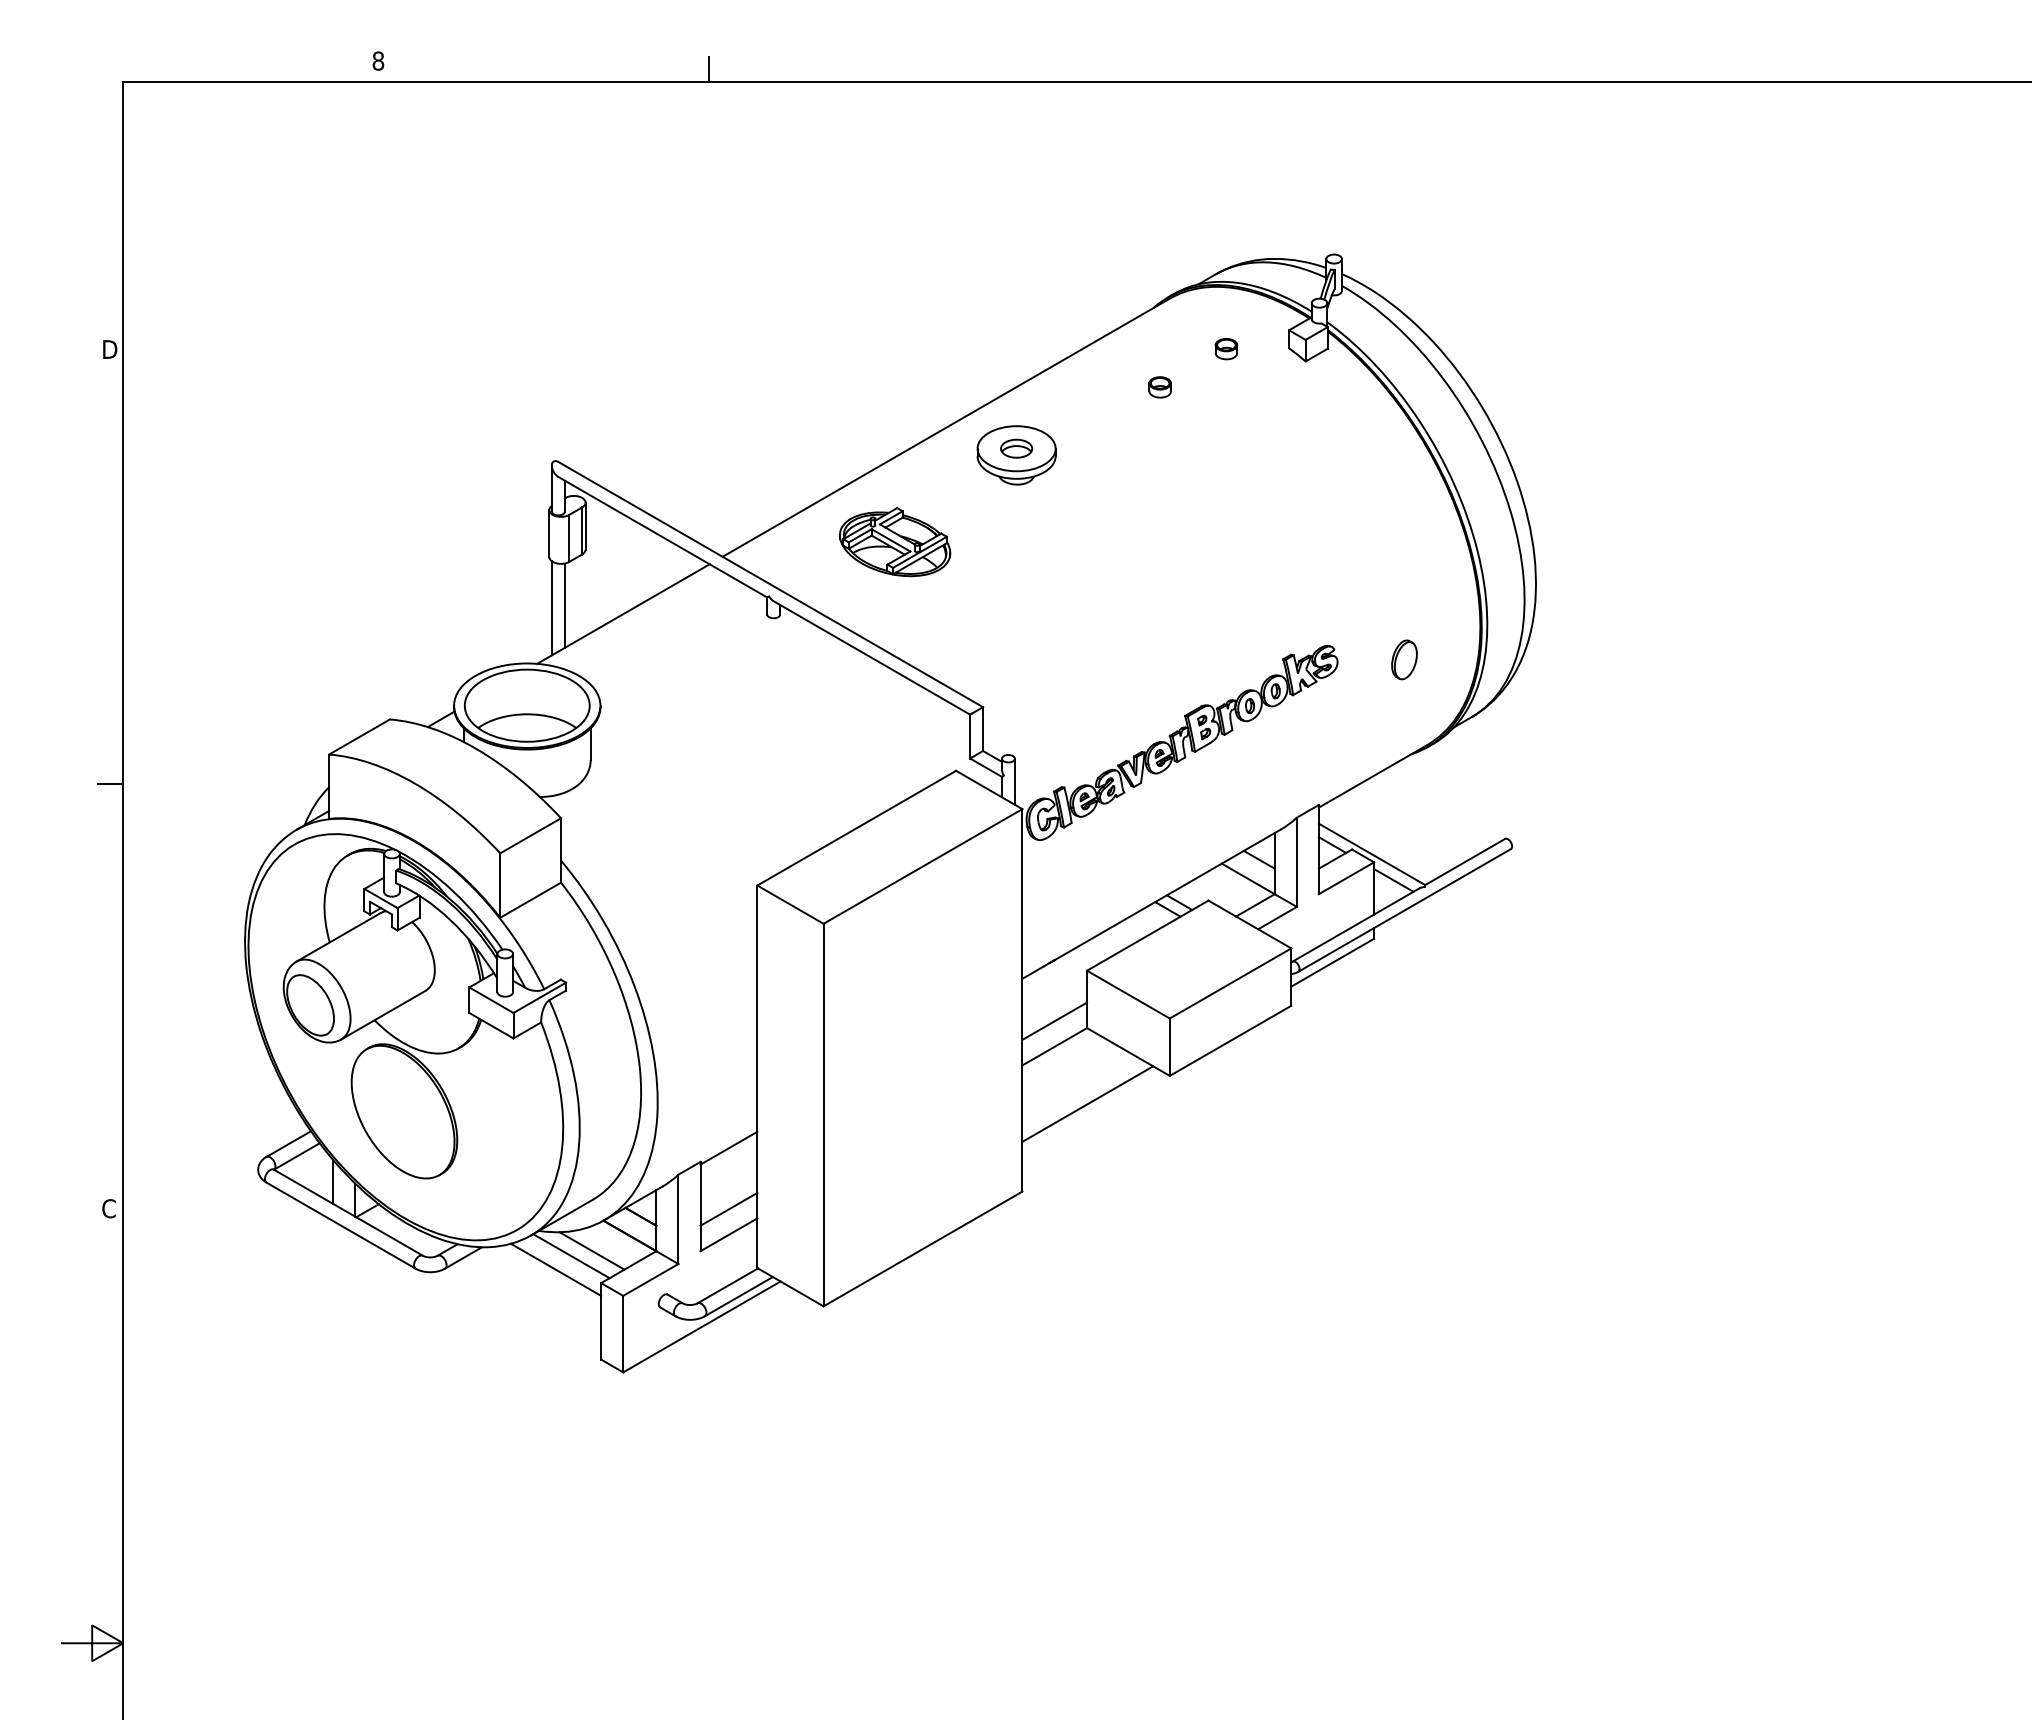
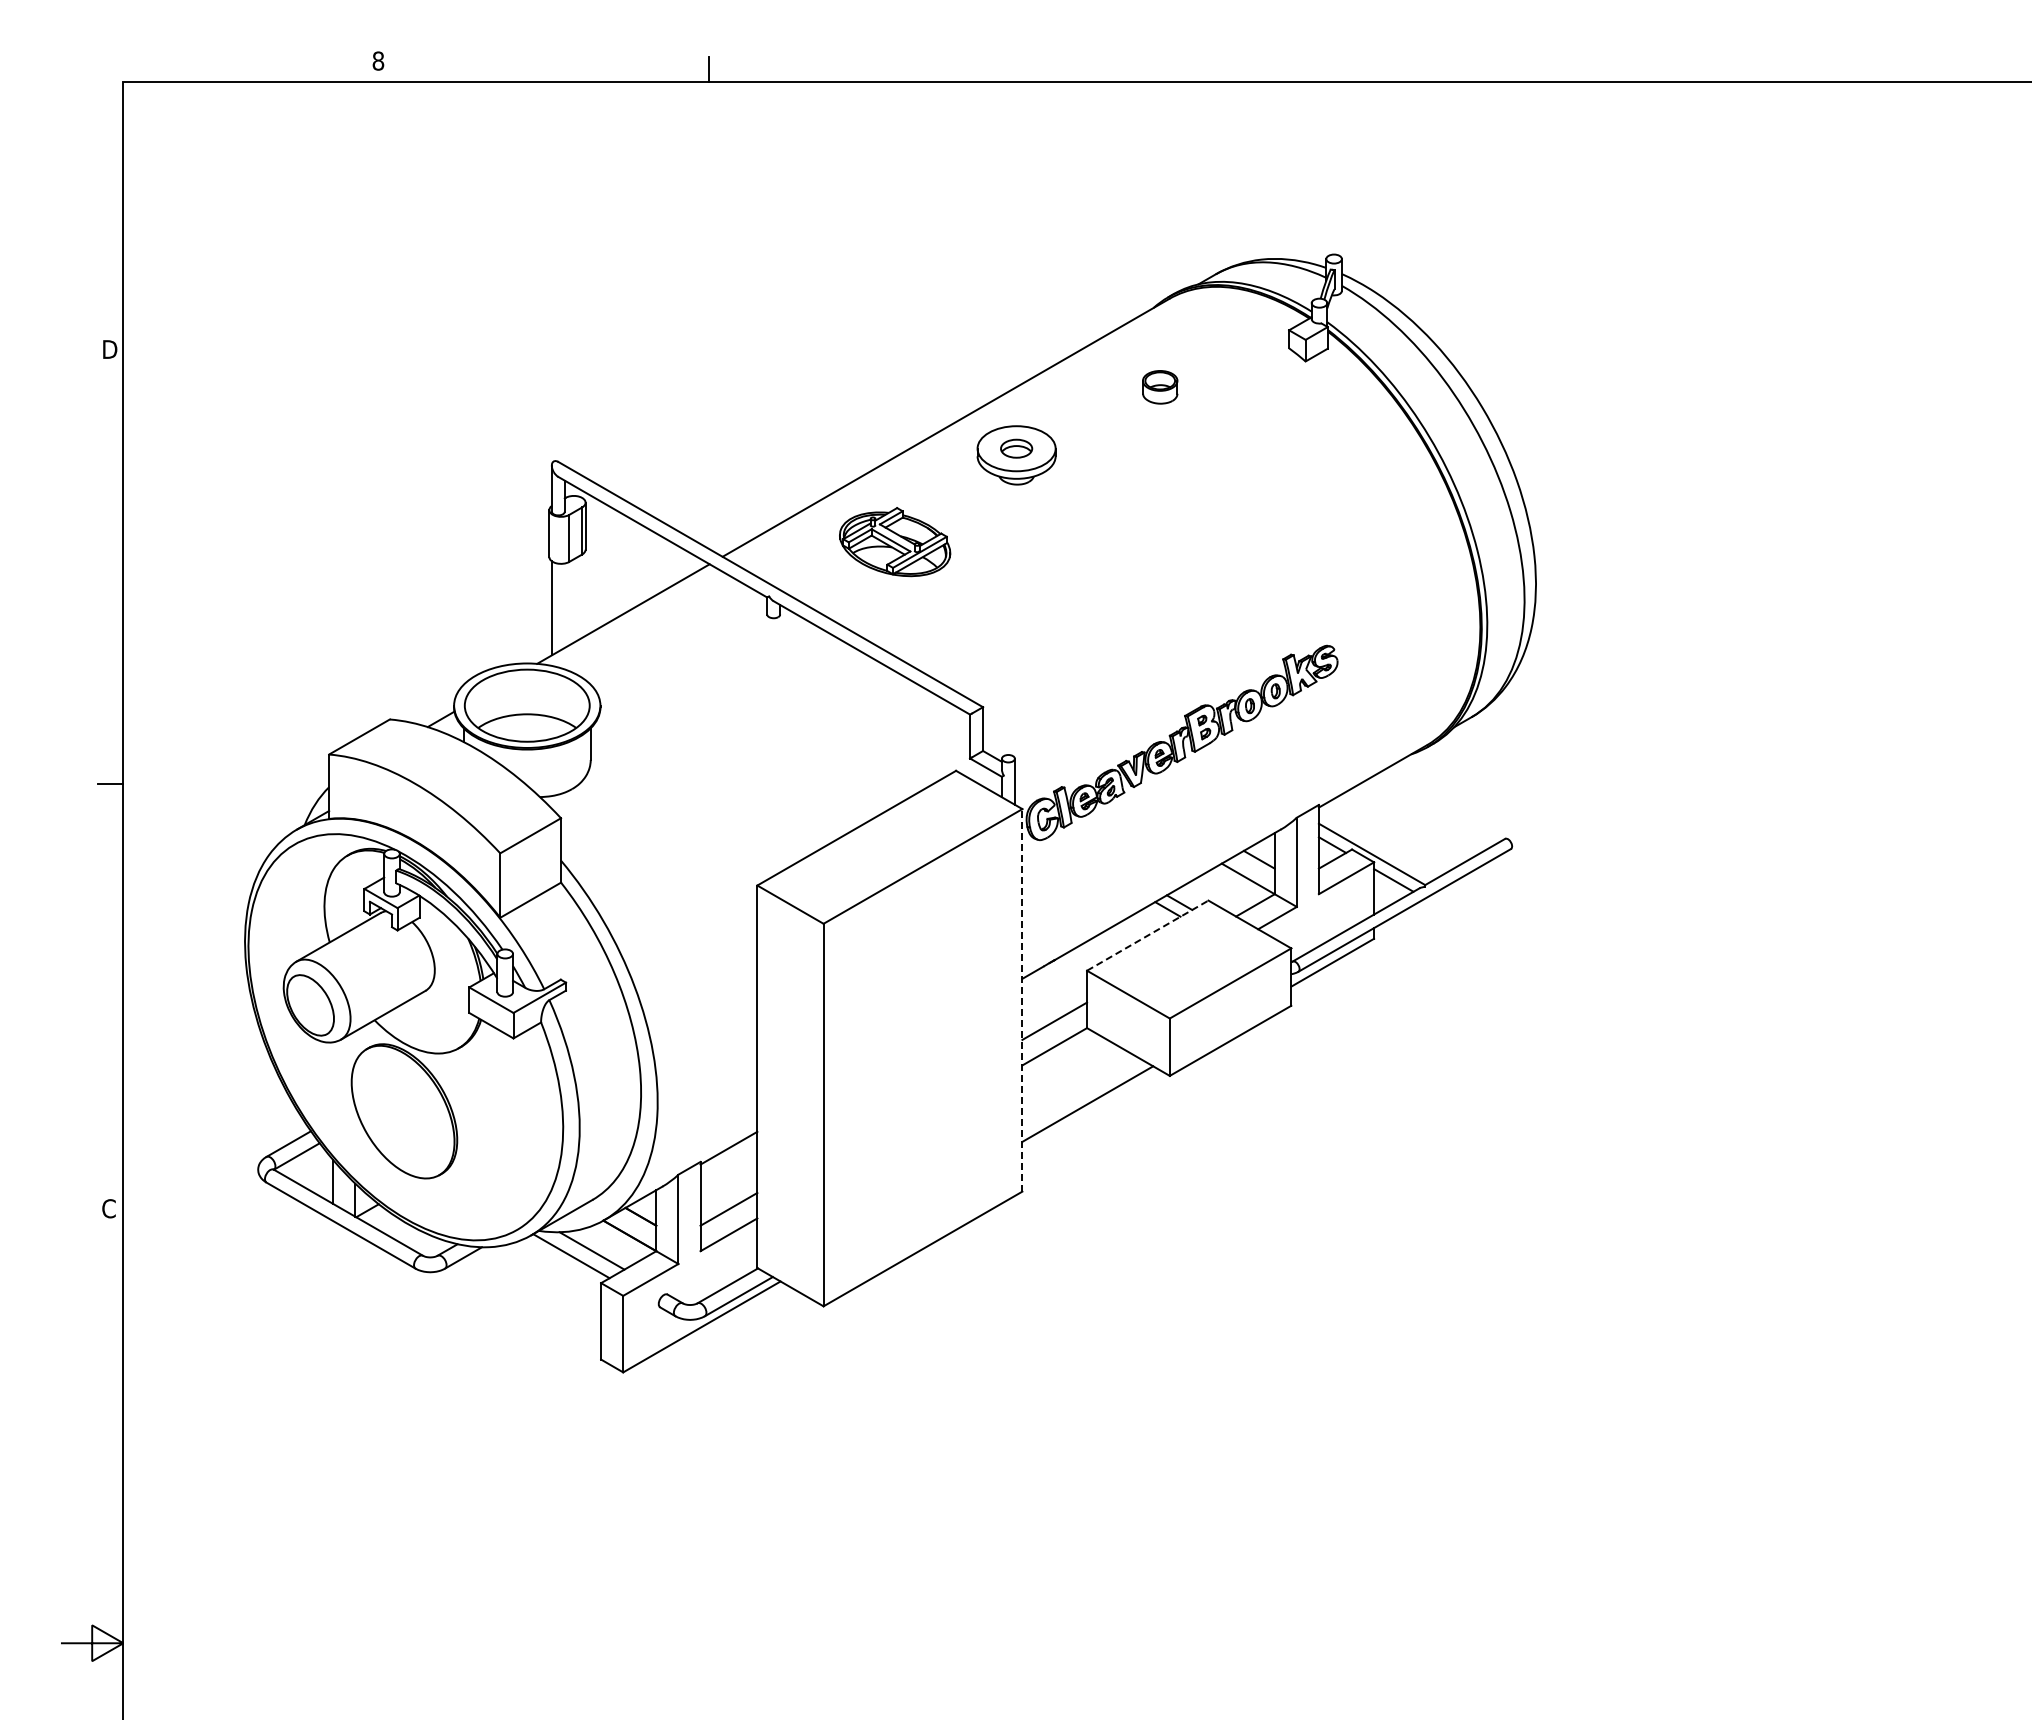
part at (1226, 349): present -> none
part at (1159, 387) size: 24x23 px -> 37x35 px
line at (564, 605): present -> none
part at (1404, 659): present -> none
line at (1148, 935): solid -> dashed
line at (1022, 999): solid -> dashed
line at (555, 1269): present -> none
